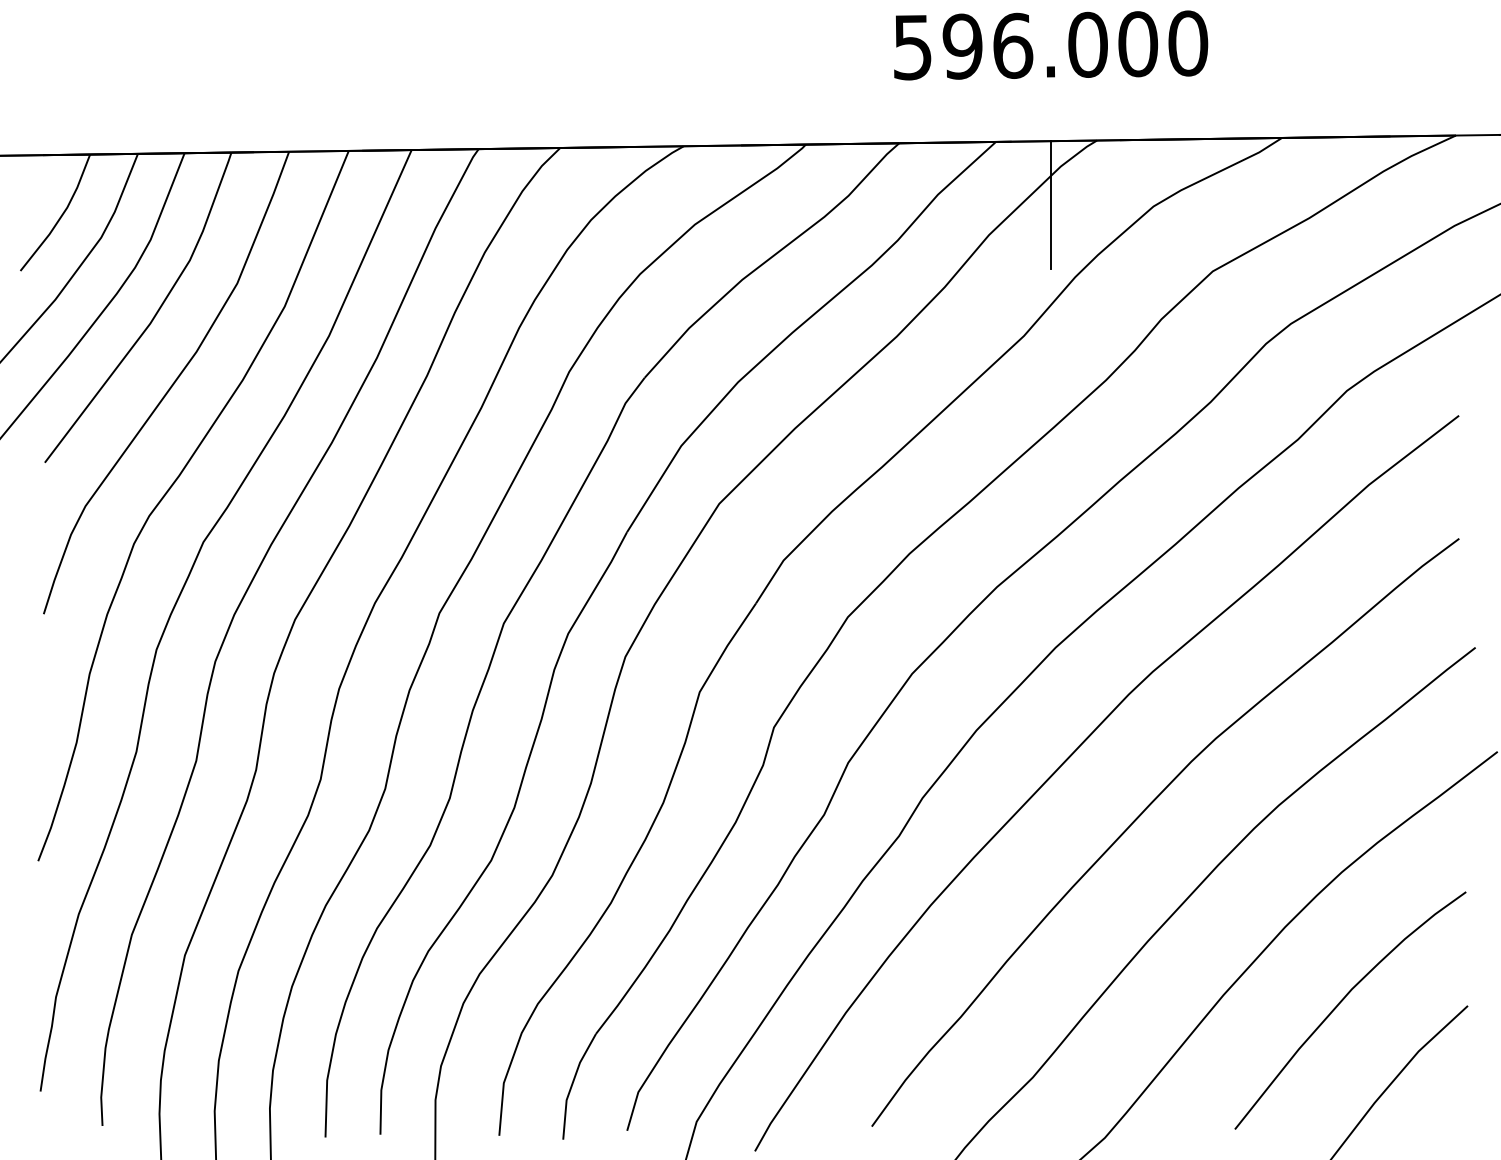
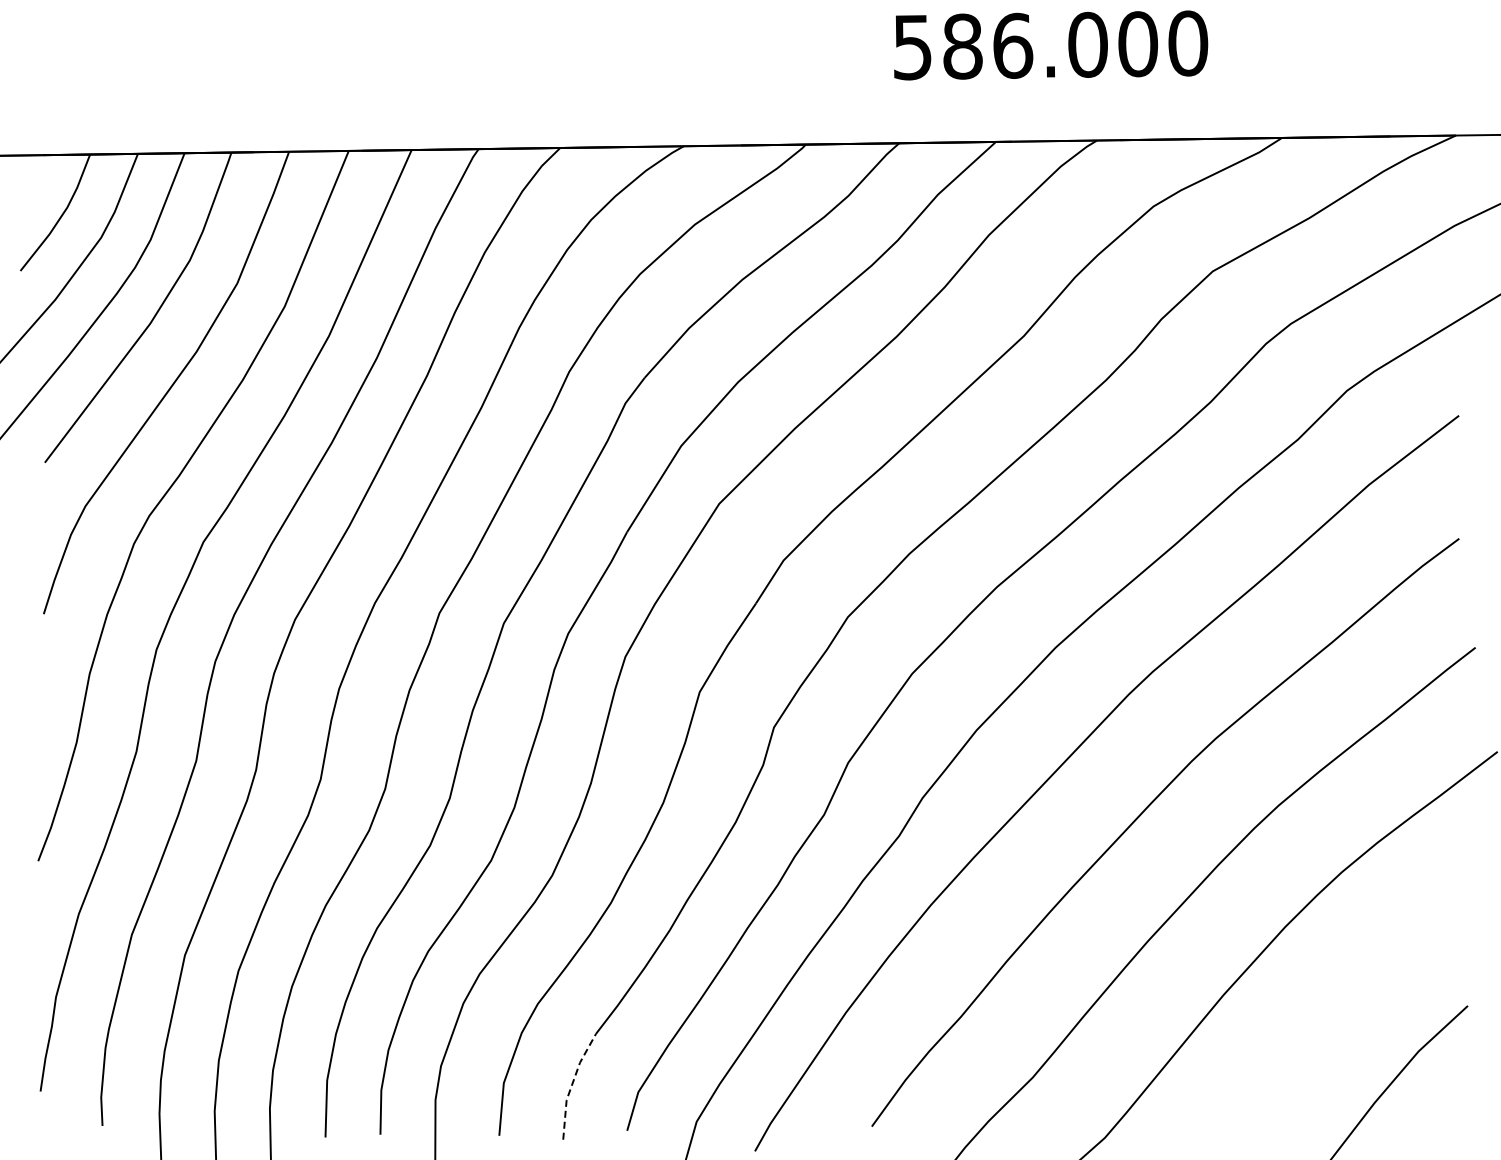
text at (962, 46): 596.000 -> 586.000
line at (1051, 204): present -> none
curve at (1342, 1001): present -> none
line at (572, 1084): solid -> dashed
